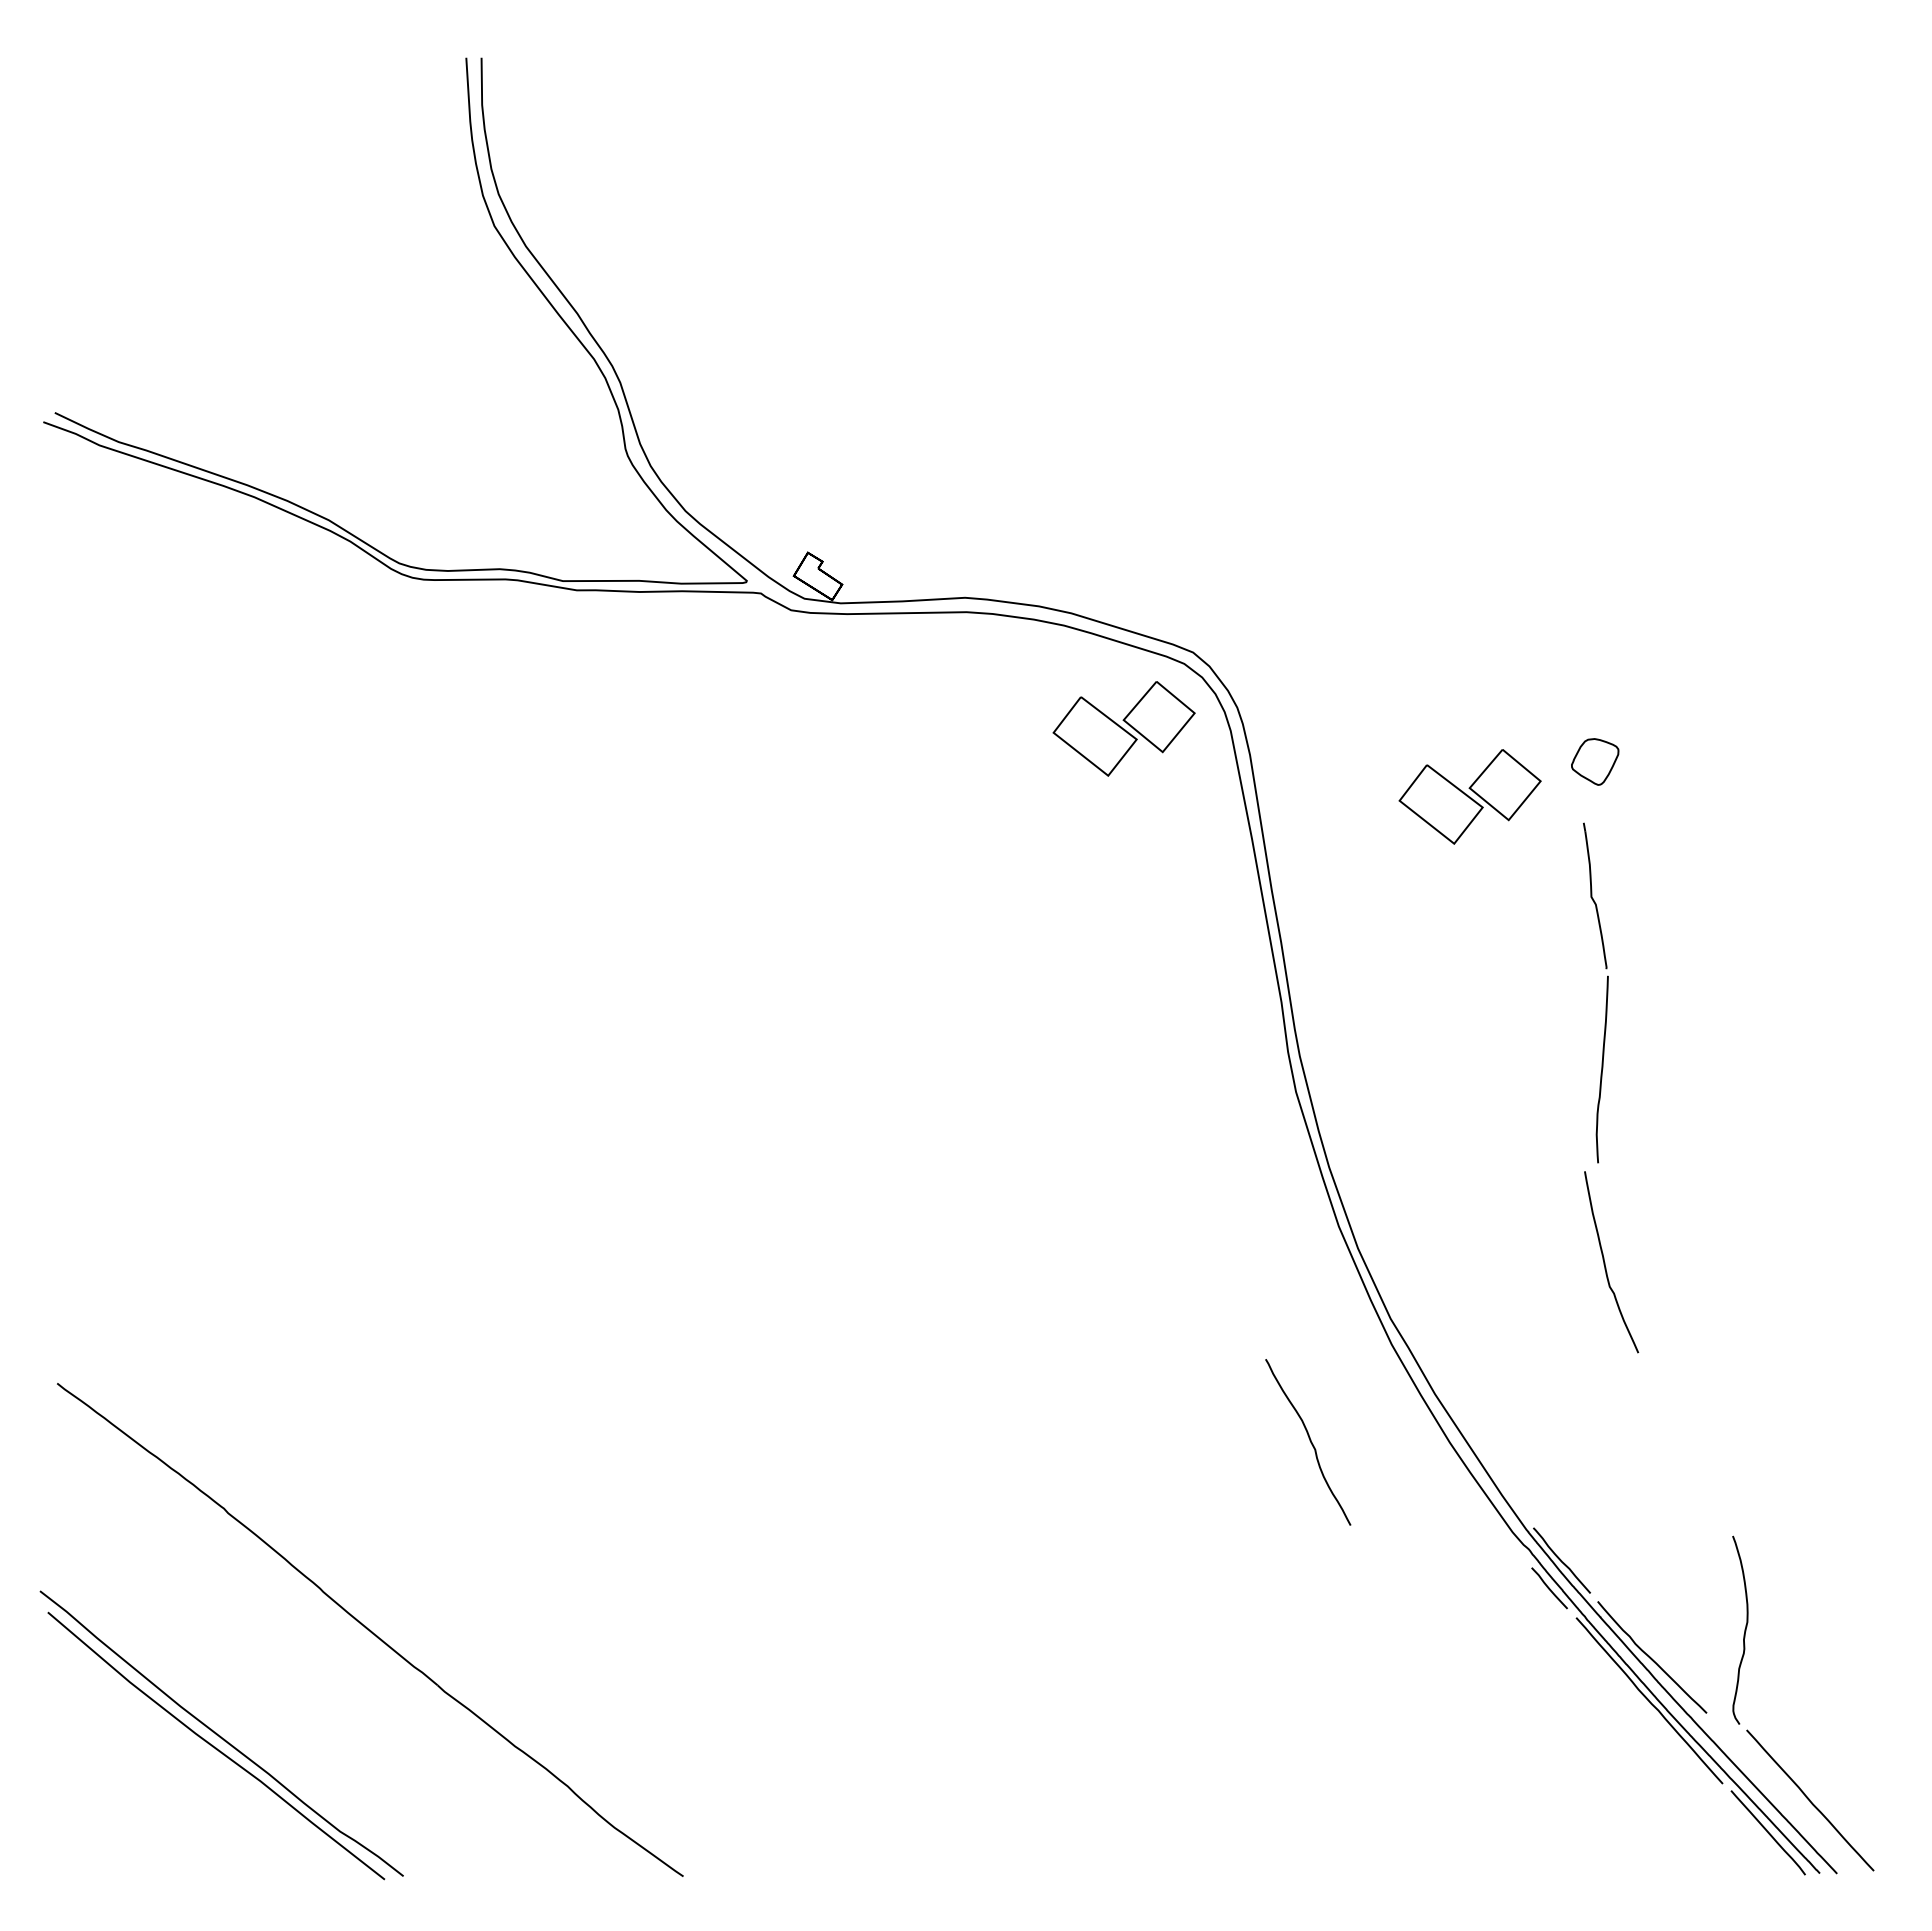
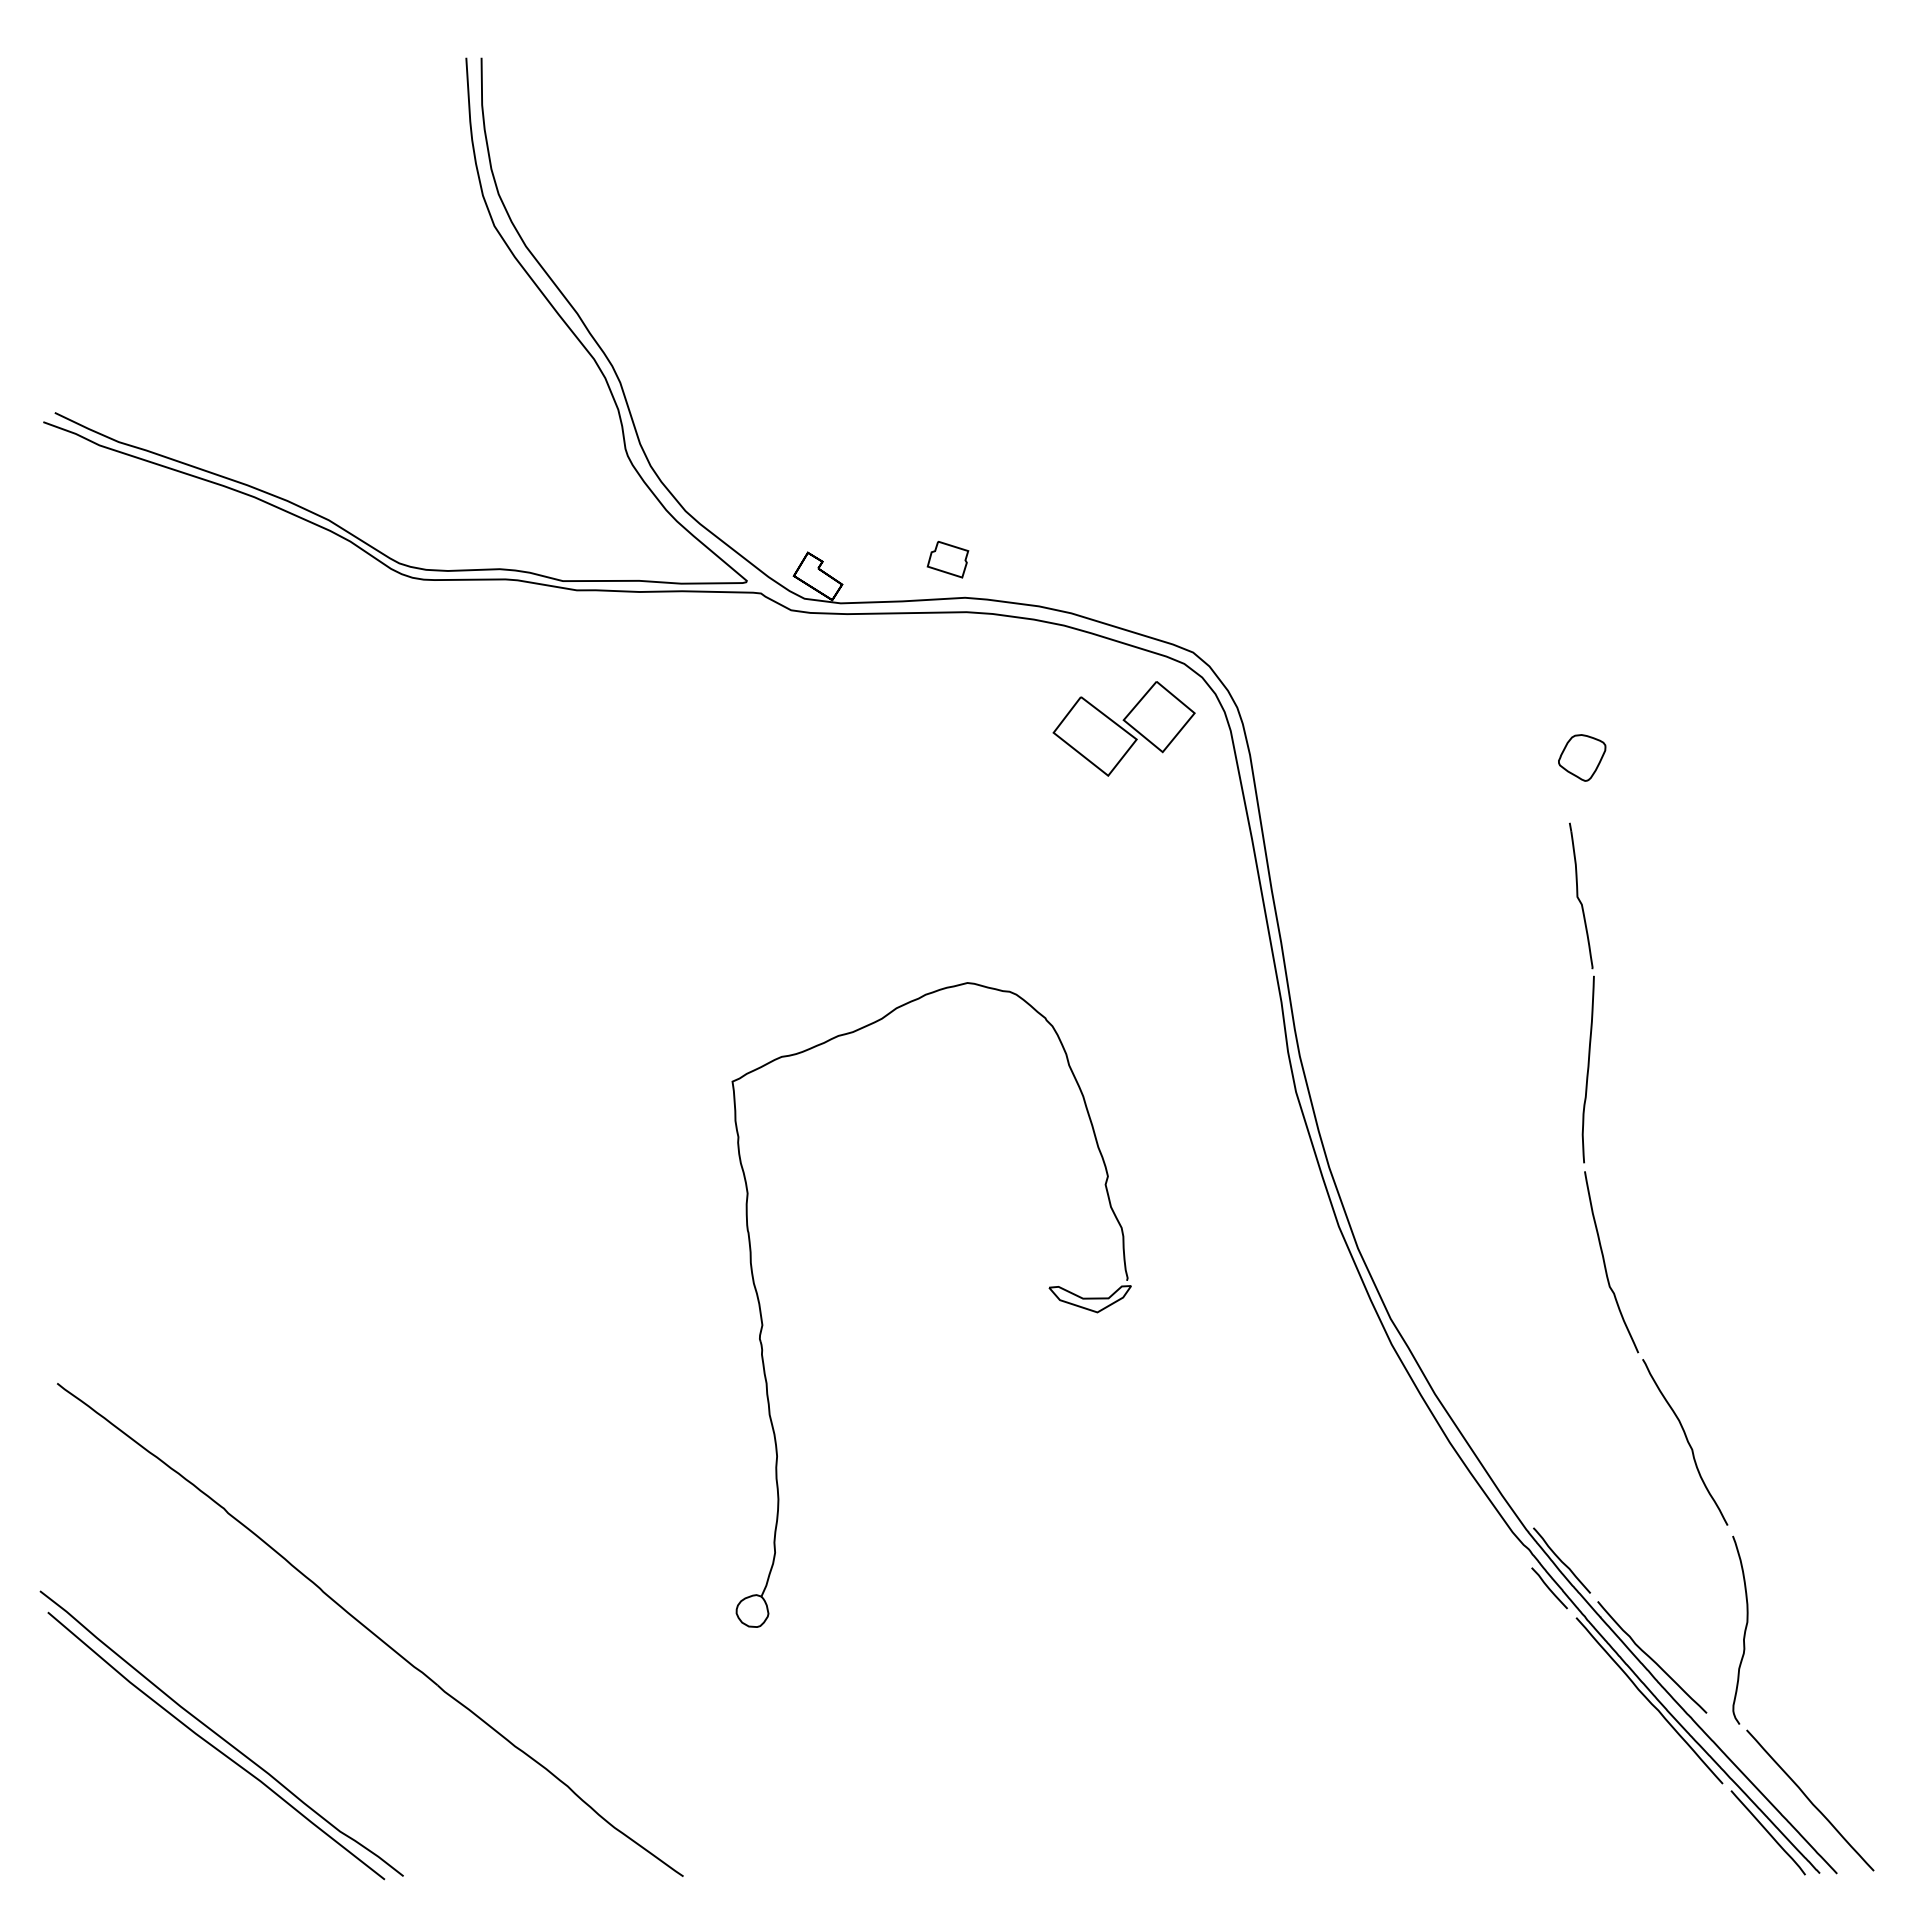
part at (947, 559): none -> present
part at (1595, 761) position: (1595, 761) -> (1582, 757)
part at (1469, 796): present -> none
part at (1606, 992) position: (1606, 992) -> (1592, 992)
part at (1048, 1288): none -> present
curve at (1310, 1442) position: (1310, 1442) -> (1687, 1442)
